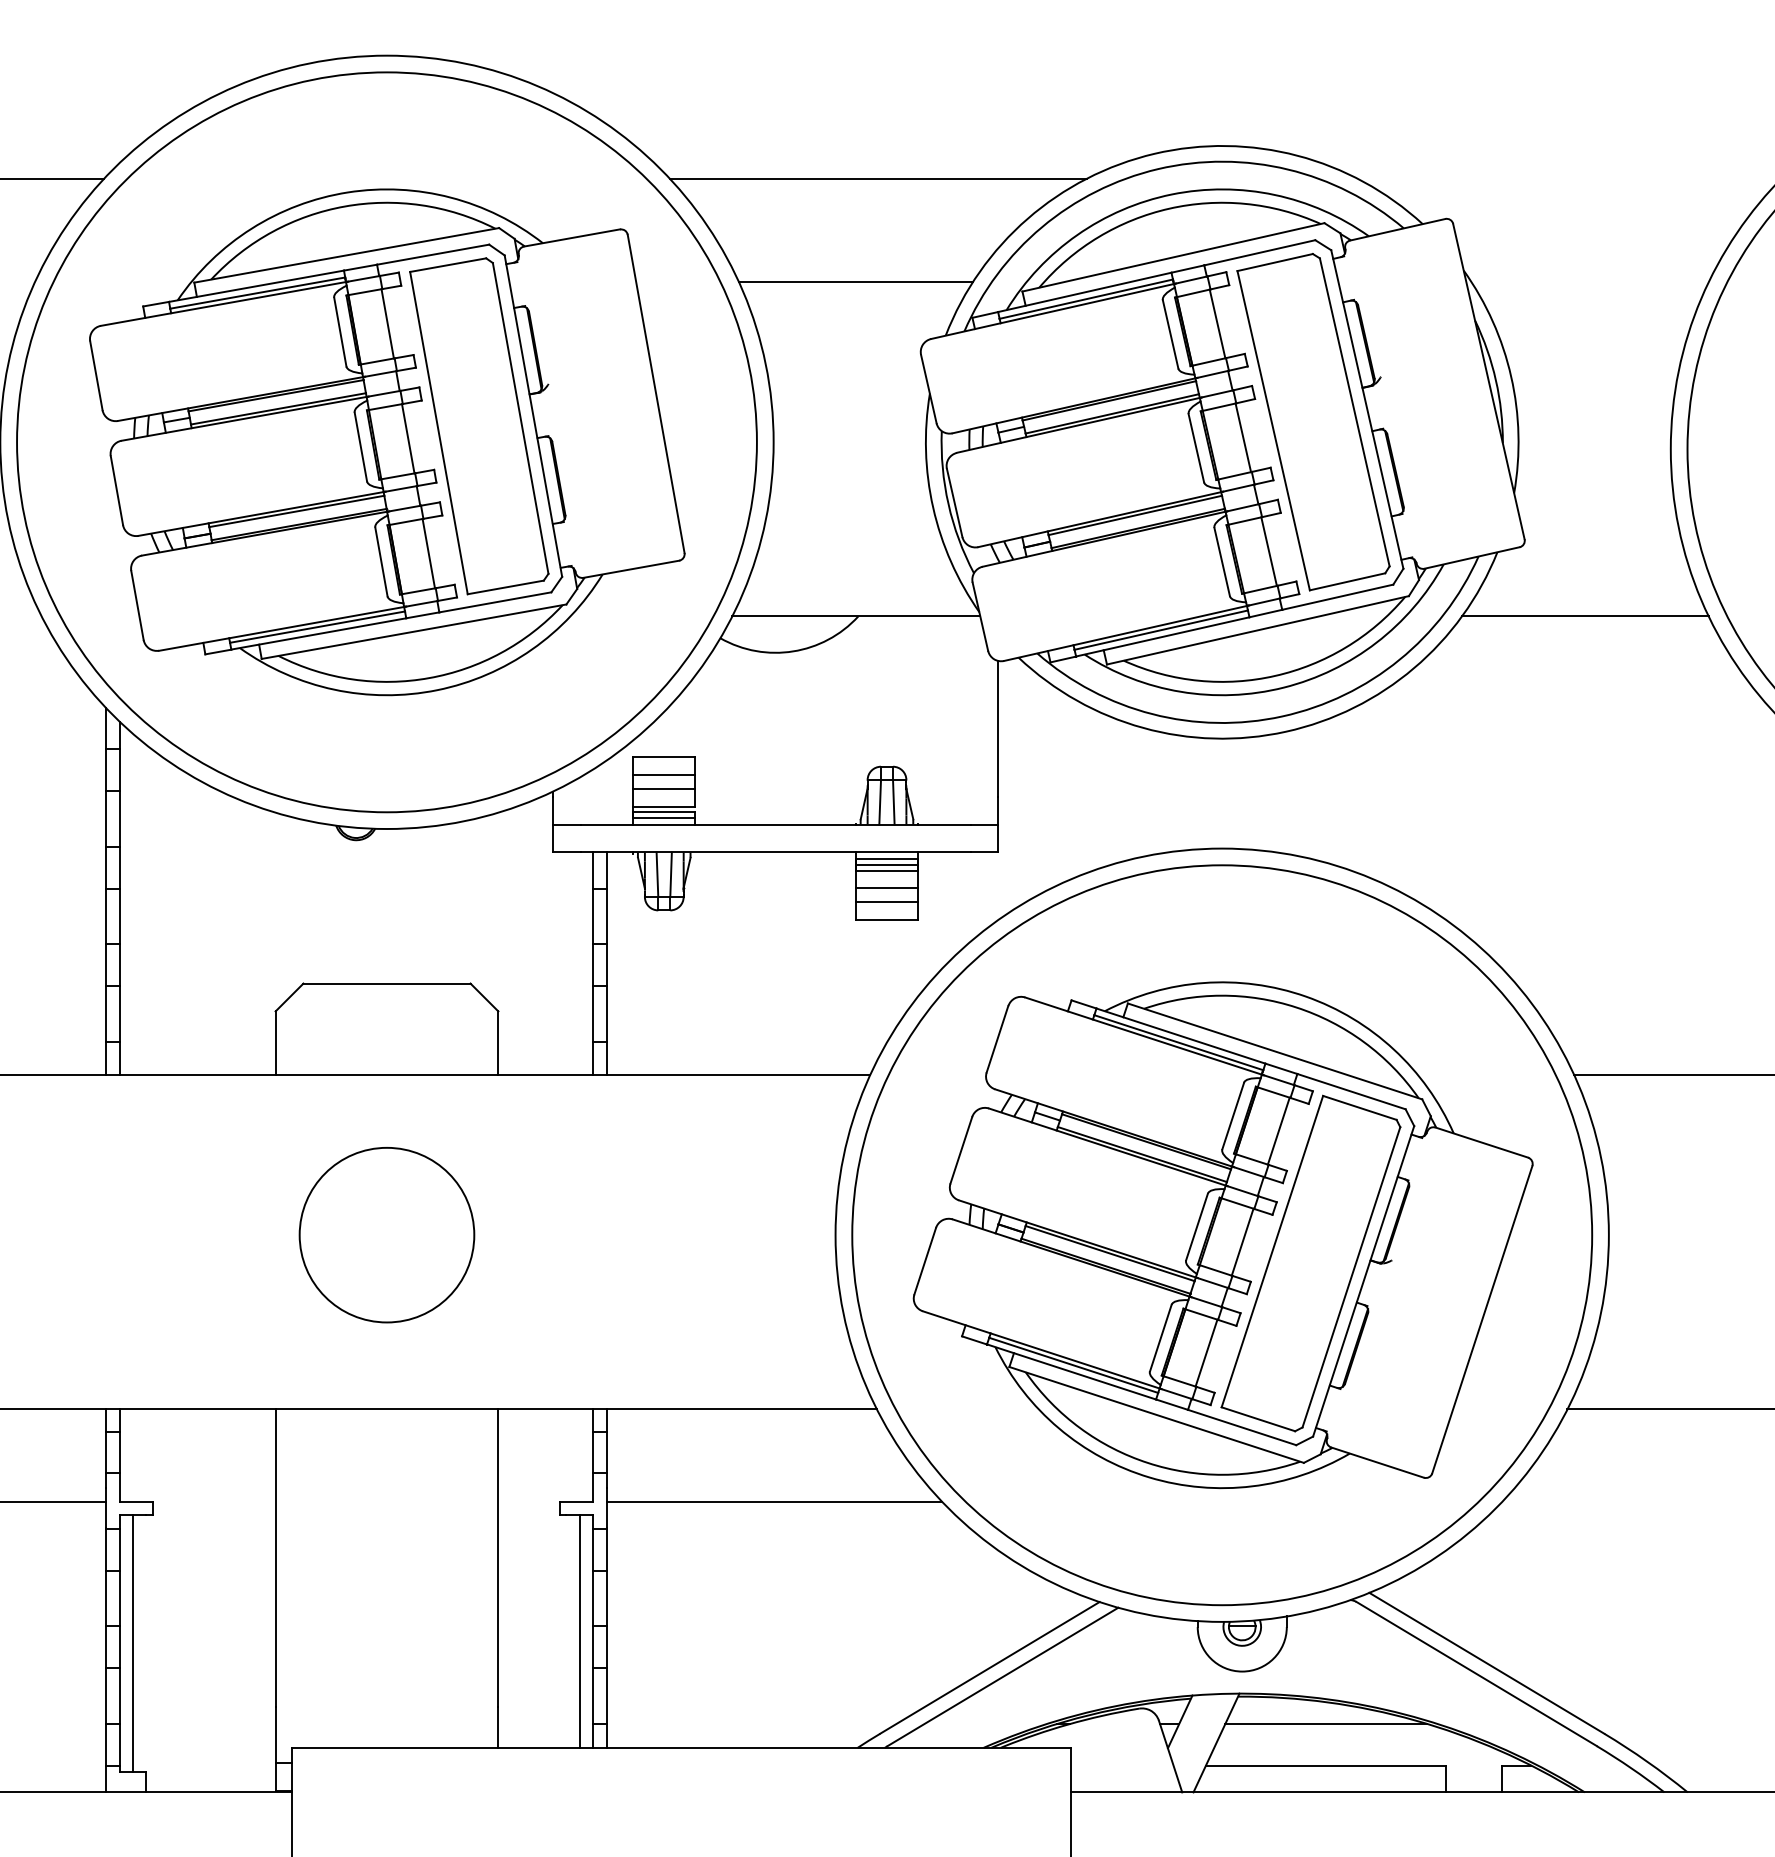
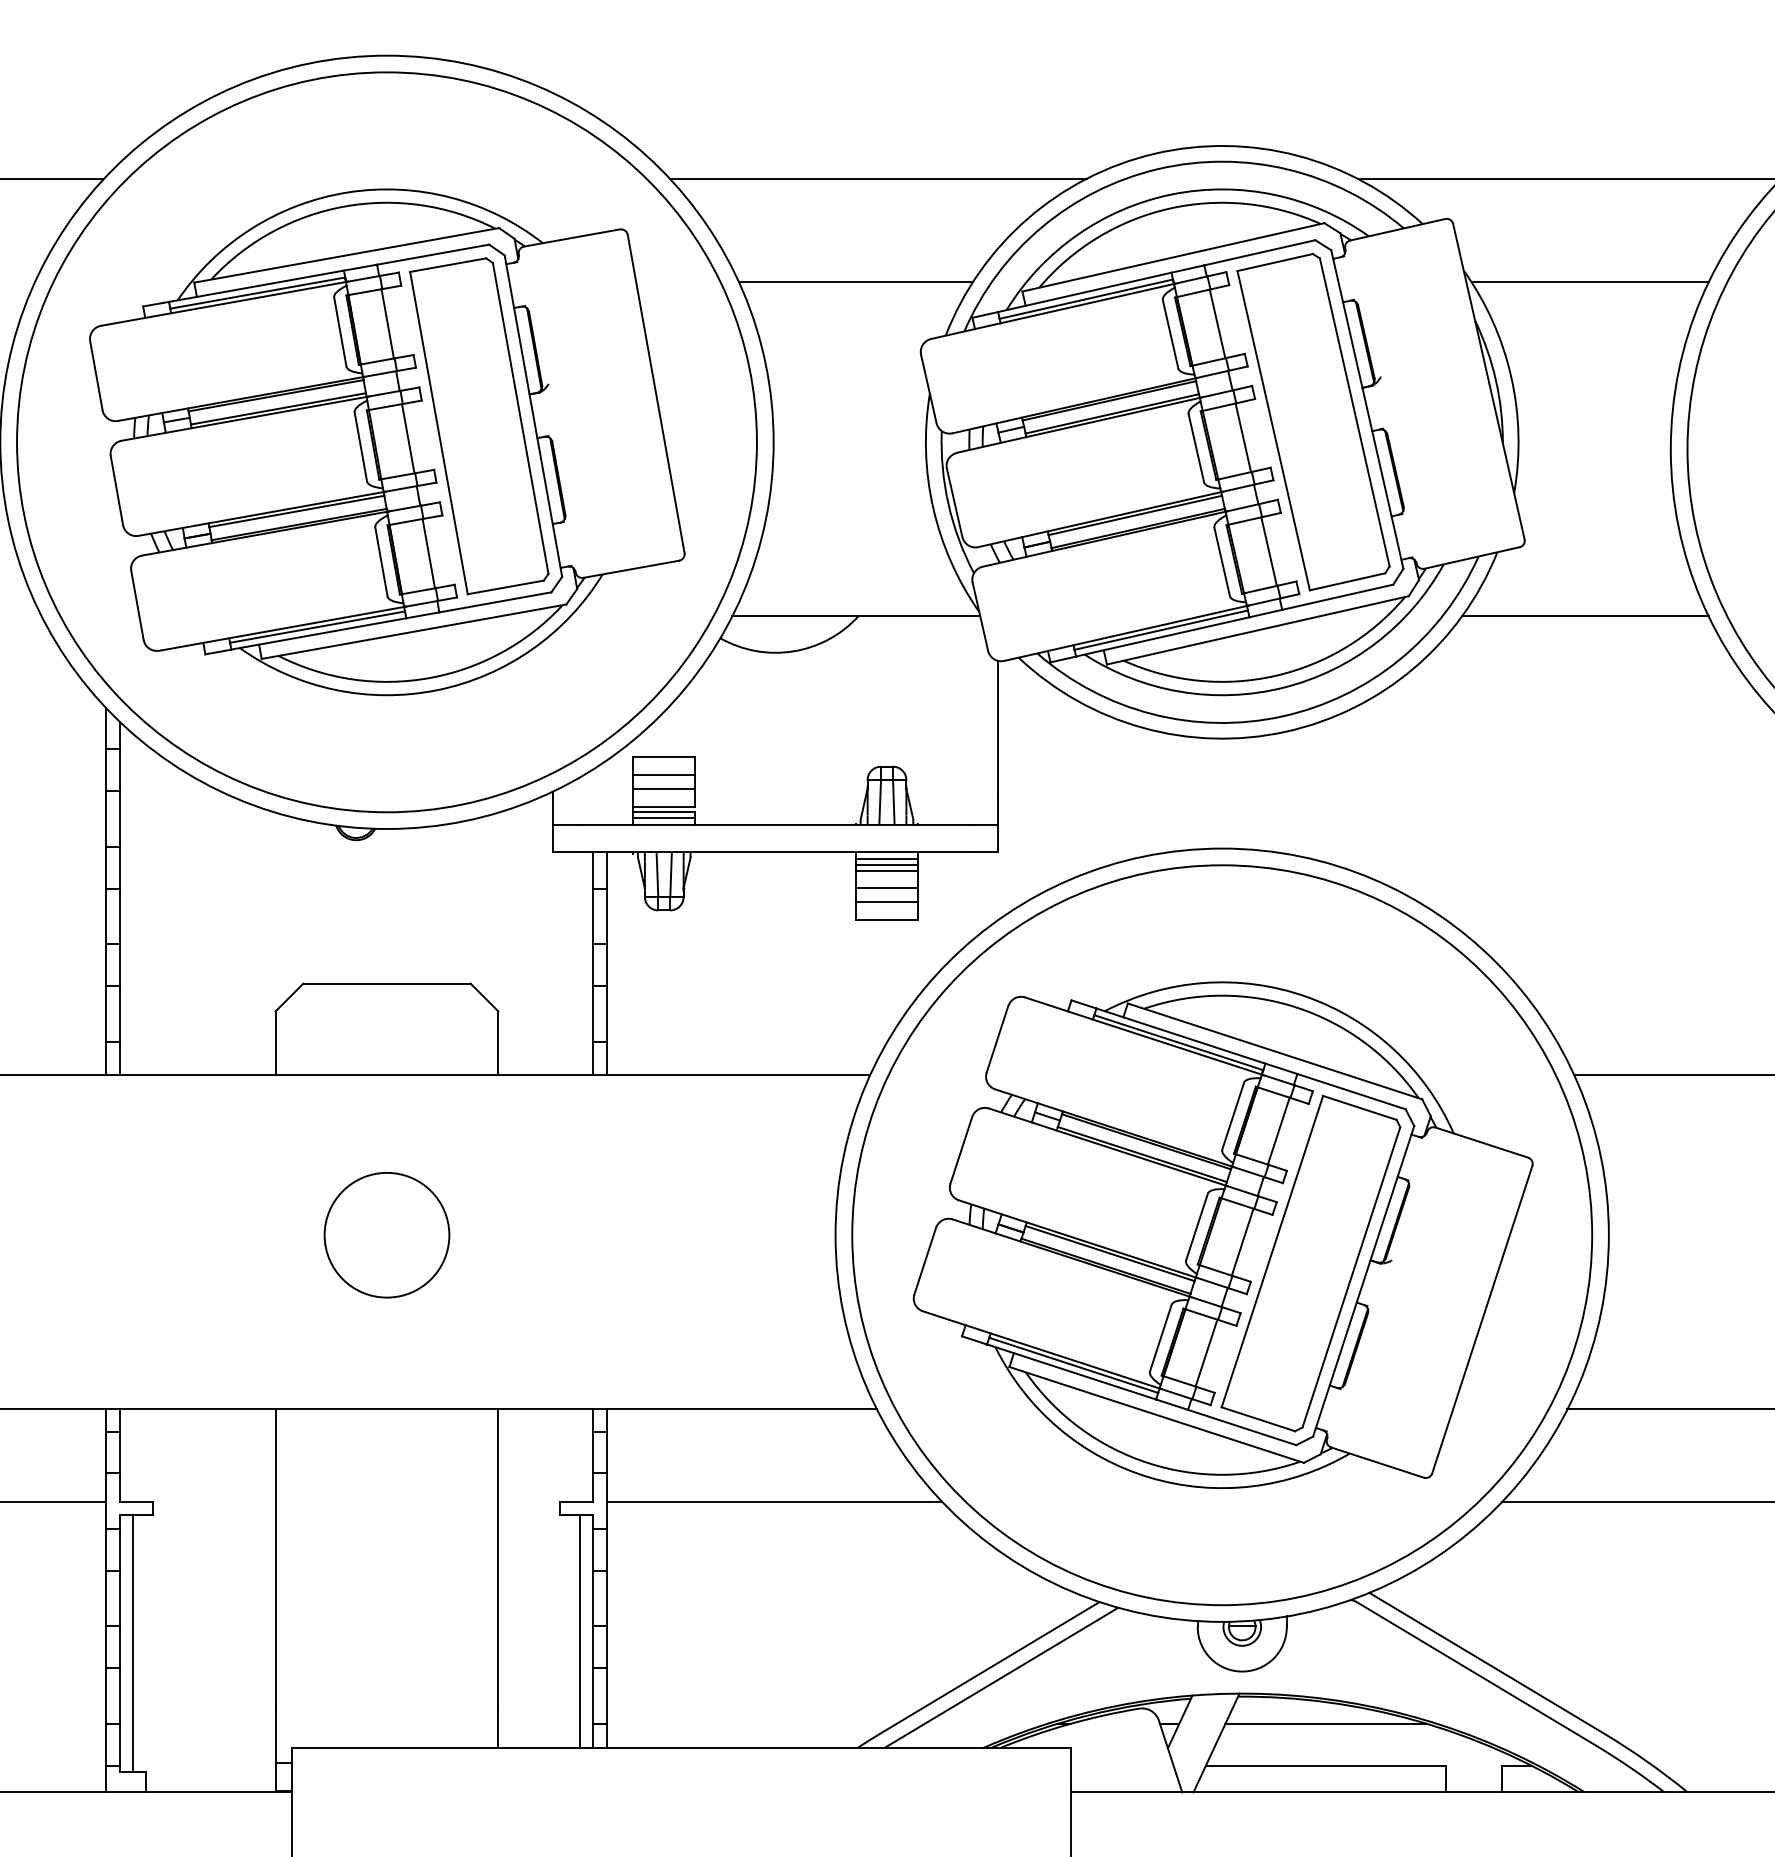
line at (1564, 178): none -> present
line at (1589, 282): none -> present
circle at (386, 1235) size: 178x177 px -> 128x127 px
line at (1636, 1501): none -> present
